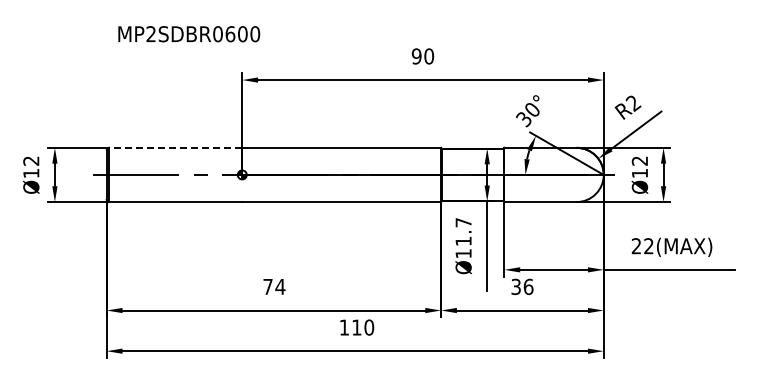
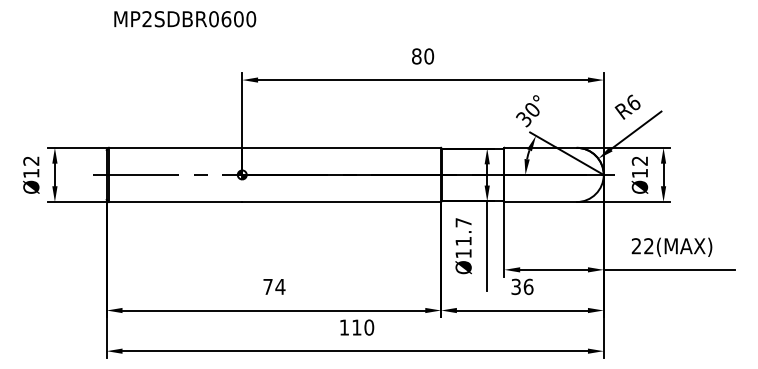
text at (189, 34) position: (189, 34) -> (185, 19)
text at (416, 56): 90 -> 80
text at (633, 102): R2 -> R6
line at (175, 147): dashed -> solid
